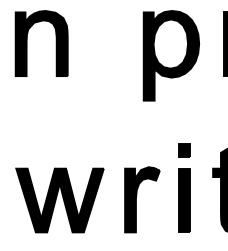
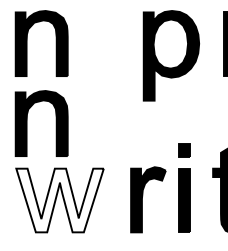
part at (27, 123): none -> present
part at (142, 199) position: (142, 199) -> (148, 199)
fill at (59, 200): present -> none
